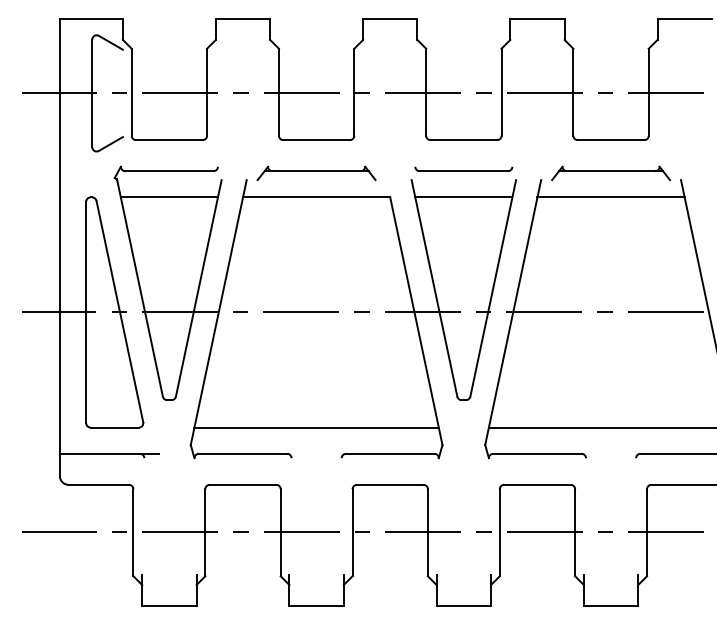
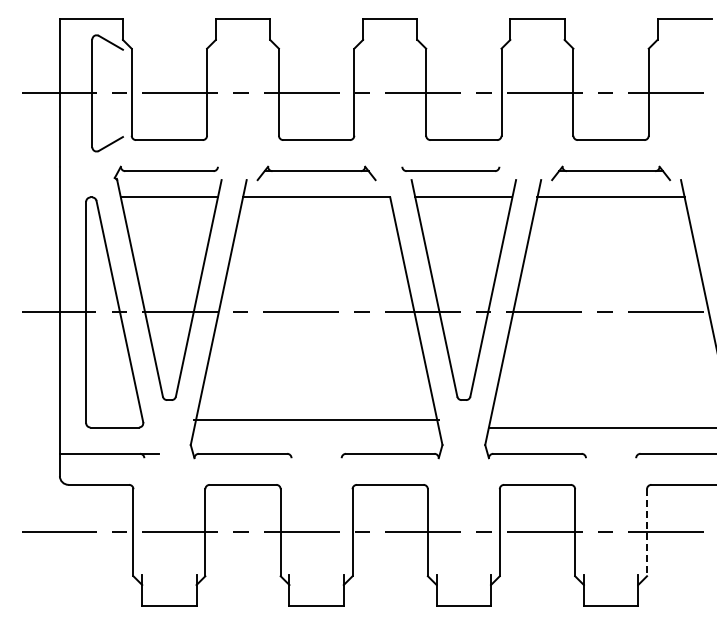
part at (463, 168) position: (463, 168) -> (450, 168)
line at (316, 427) position: (316, 427) -> (316, 419)
line at (647, 532): solid -> dashed
